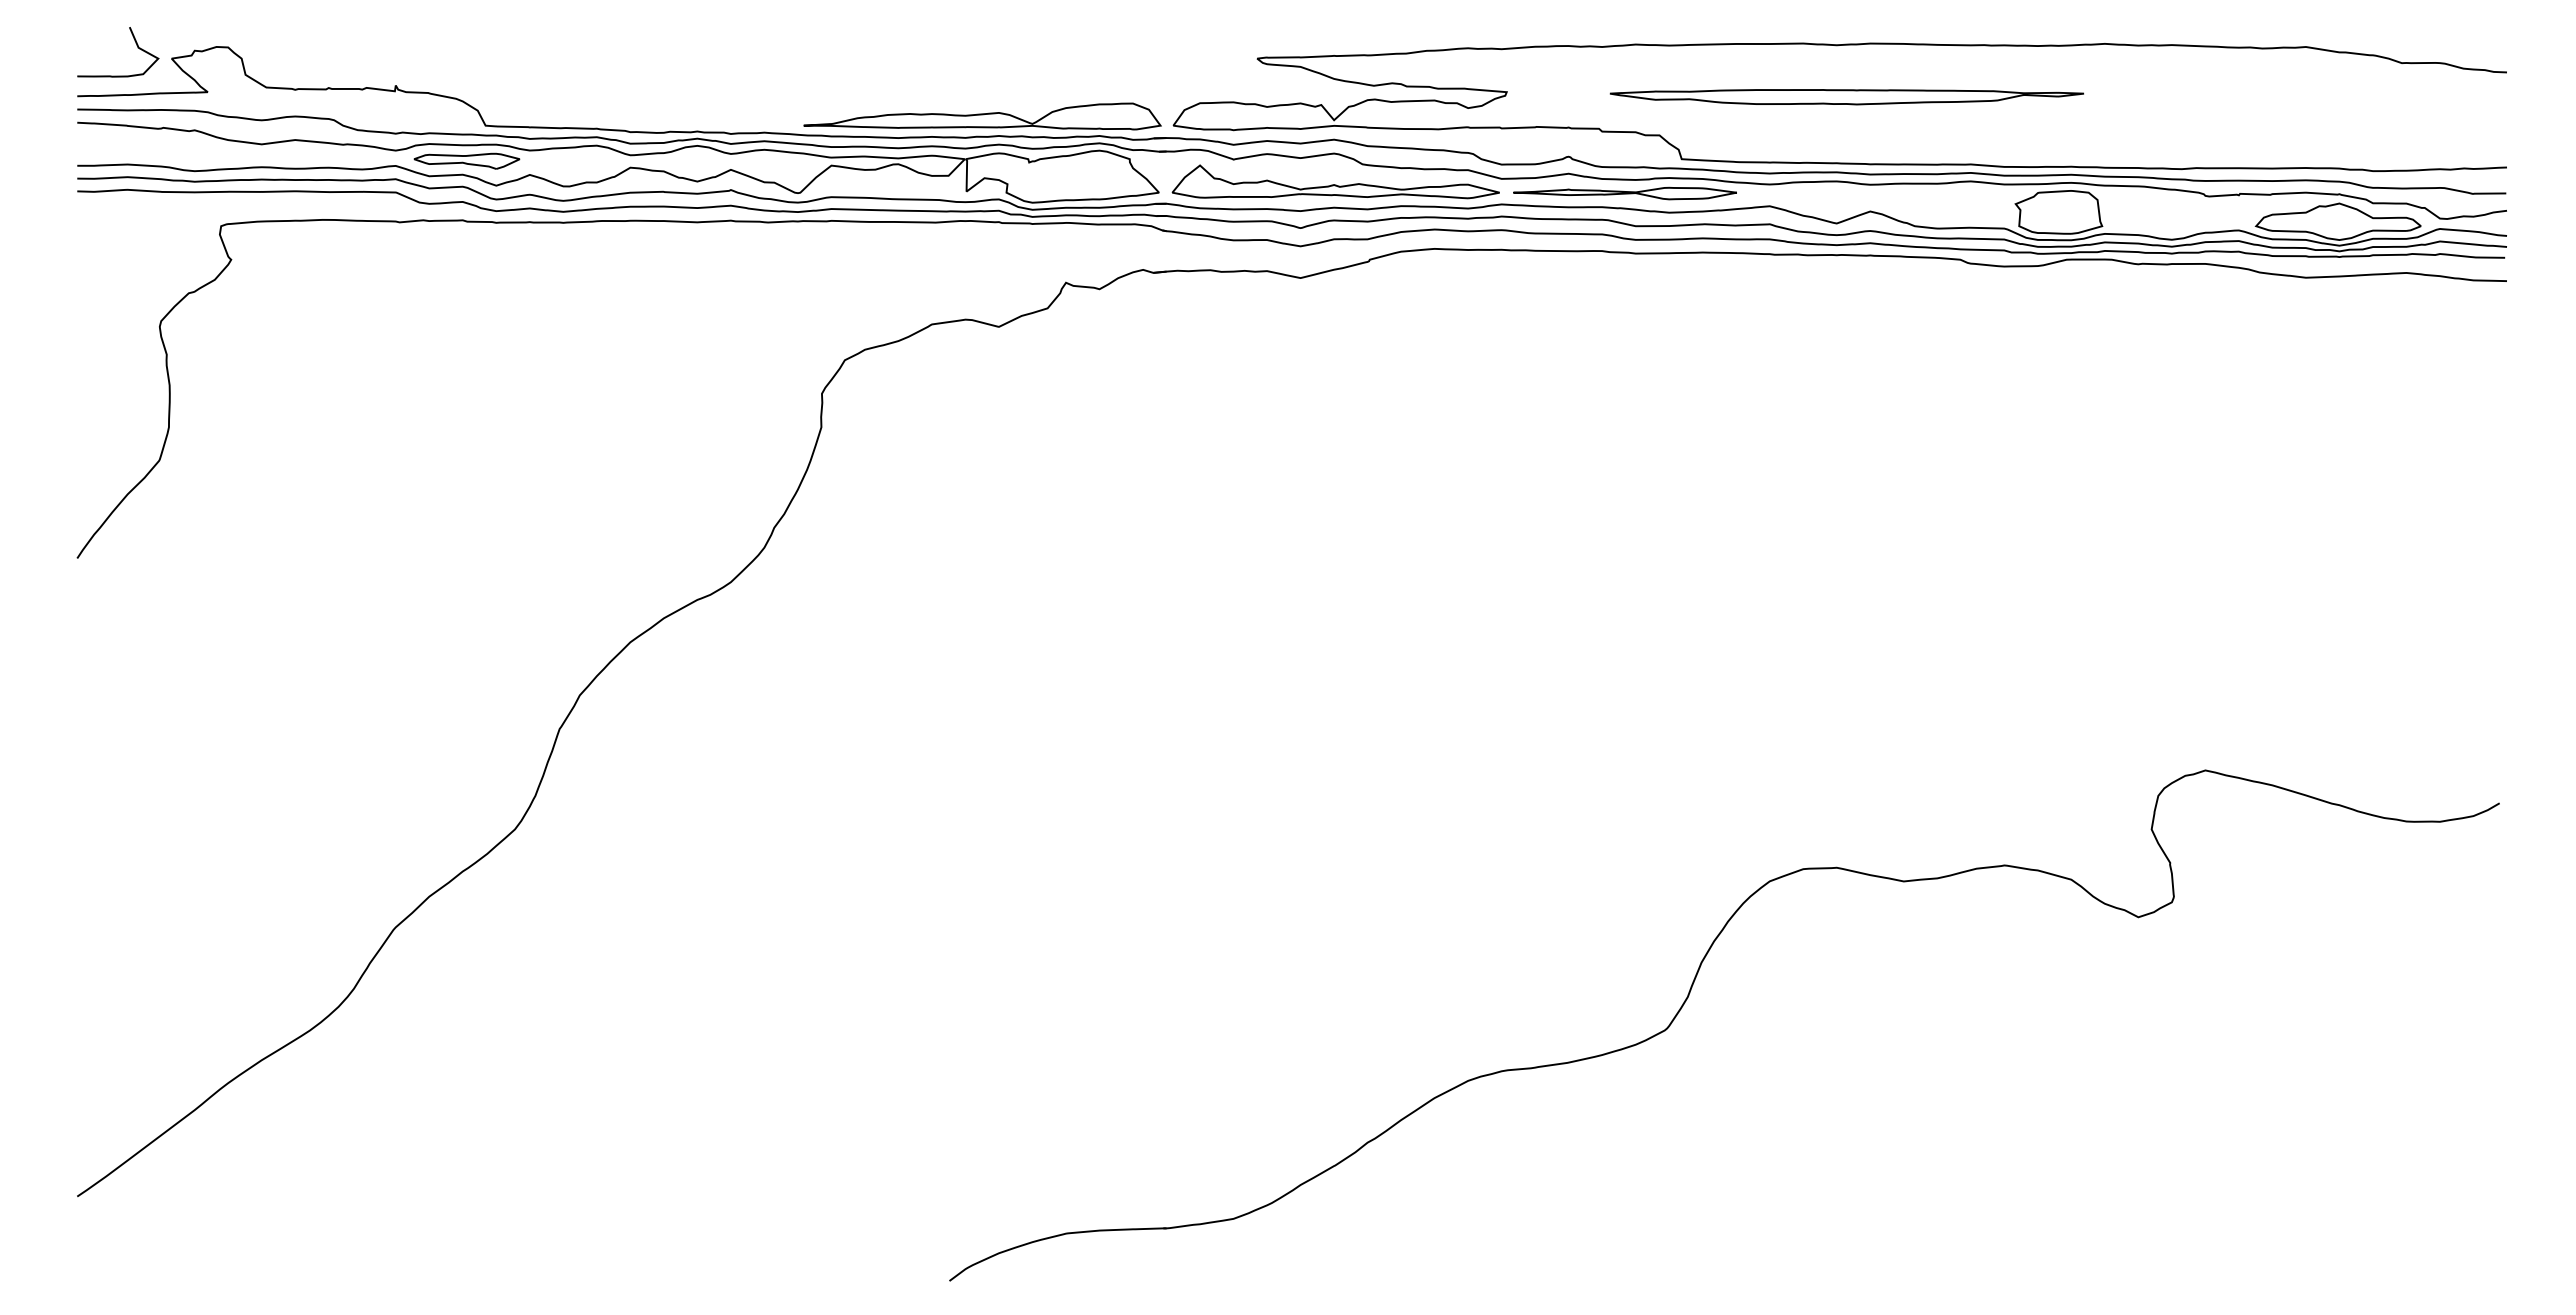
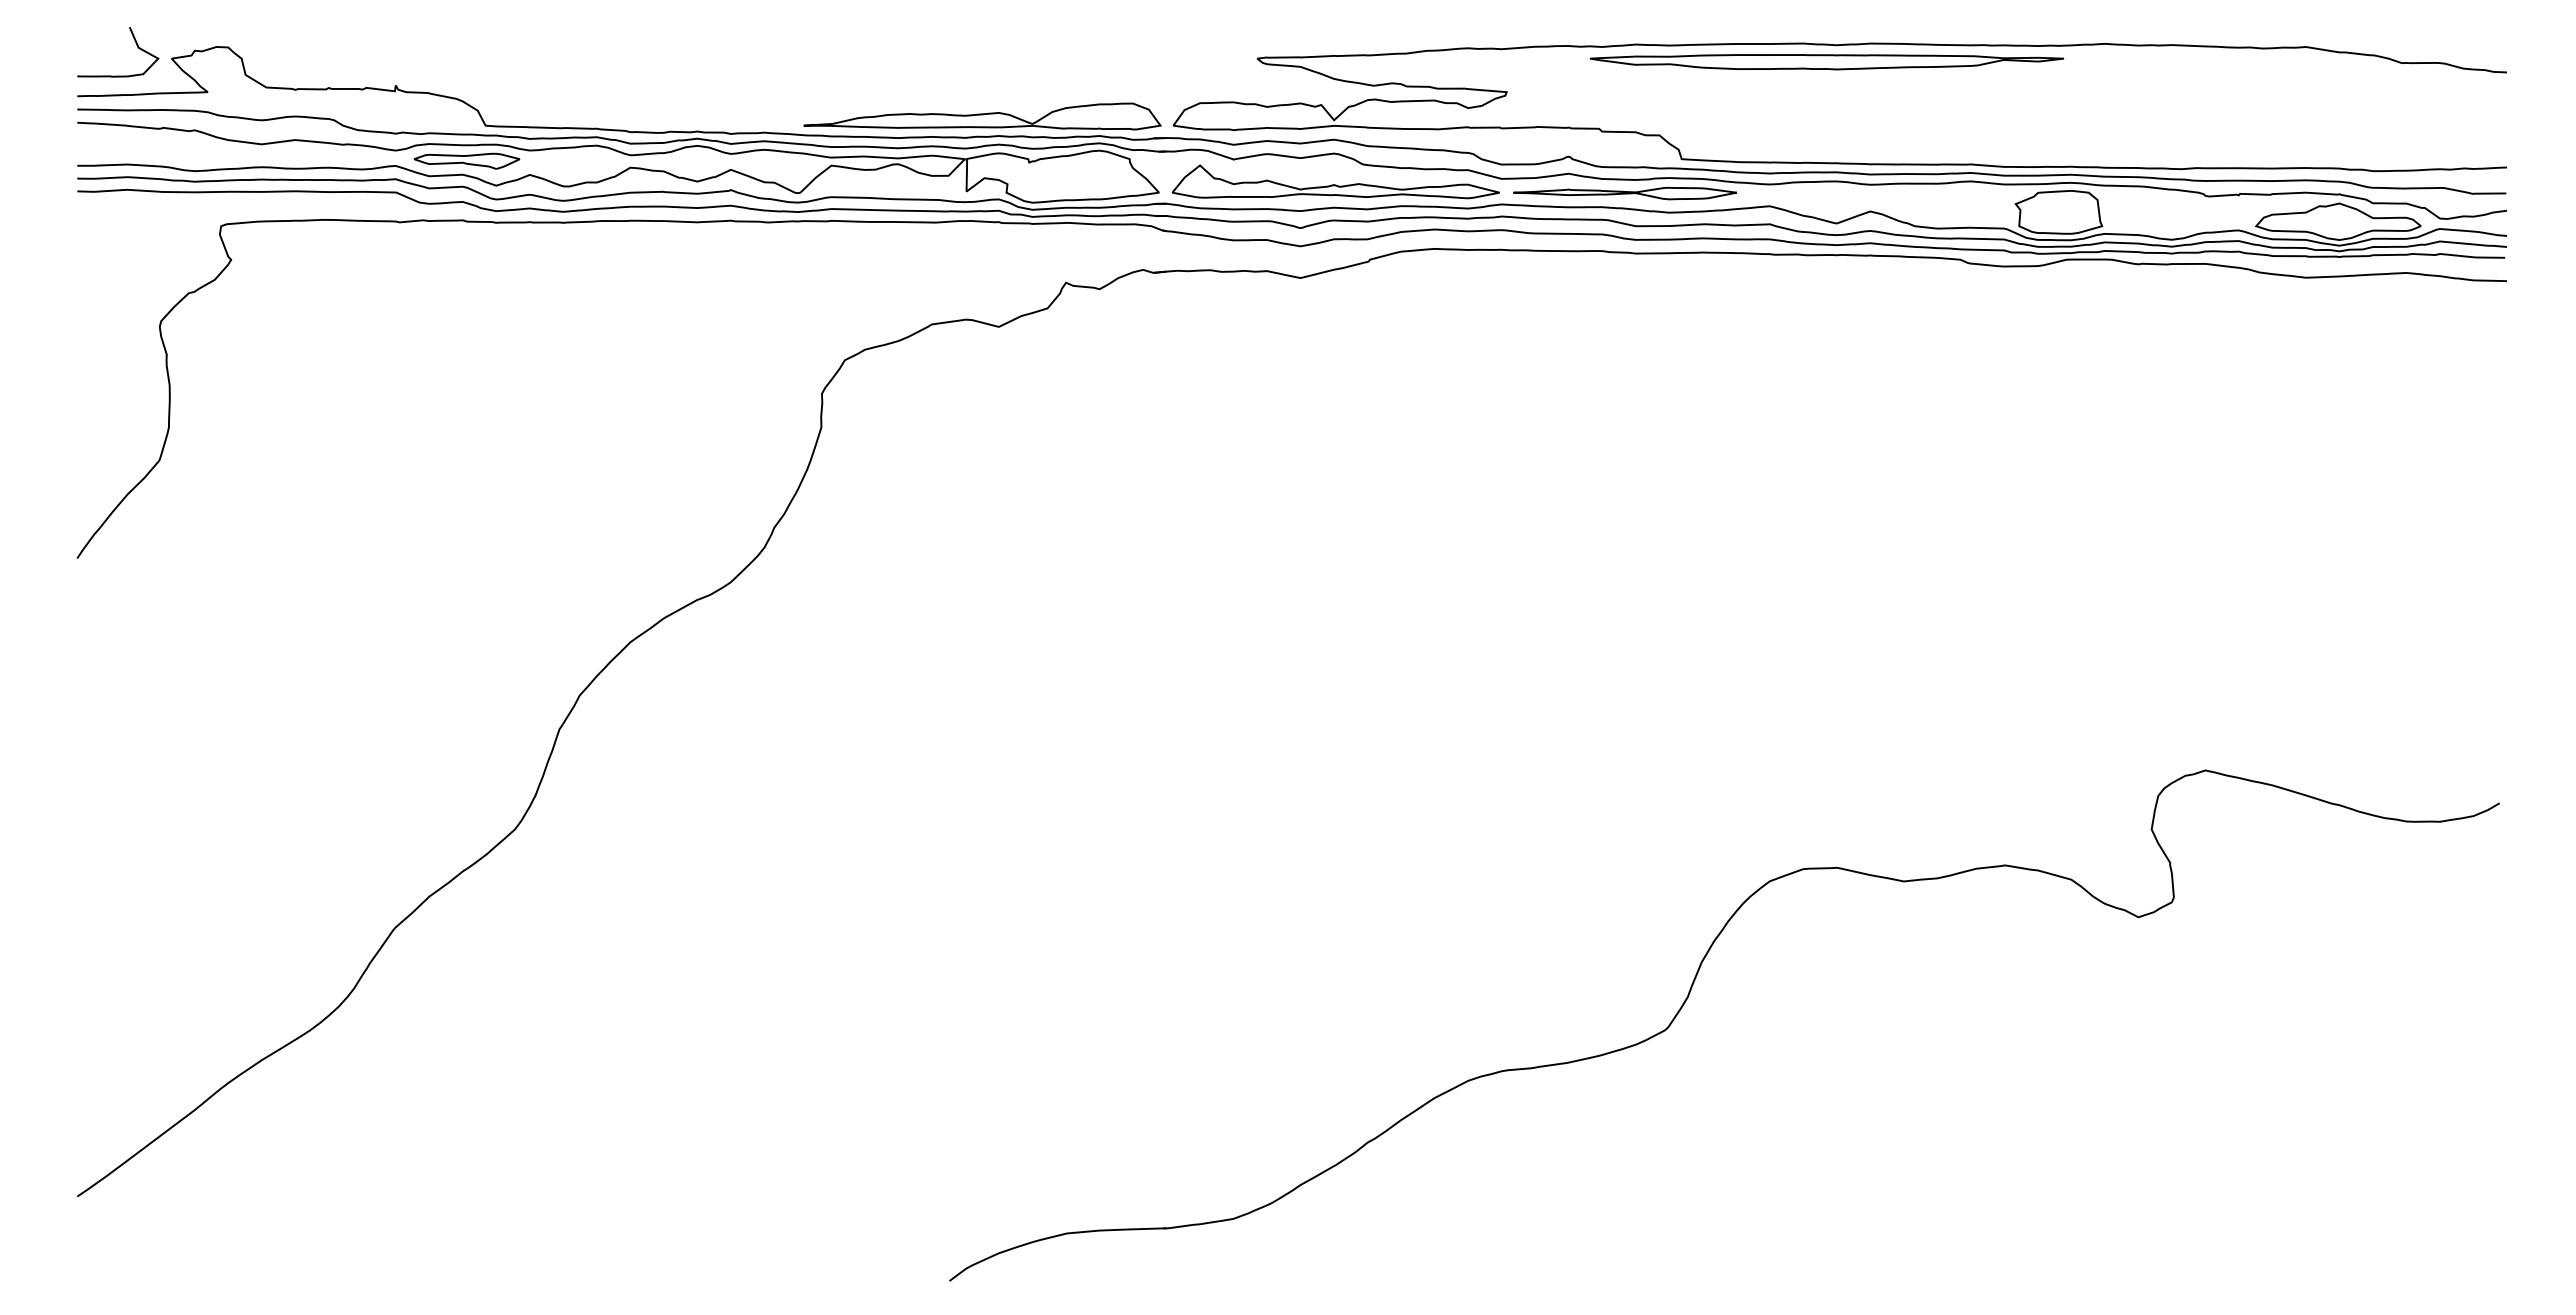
part at (1846, 97) position: (1846, 97) -> (1826, 62)
